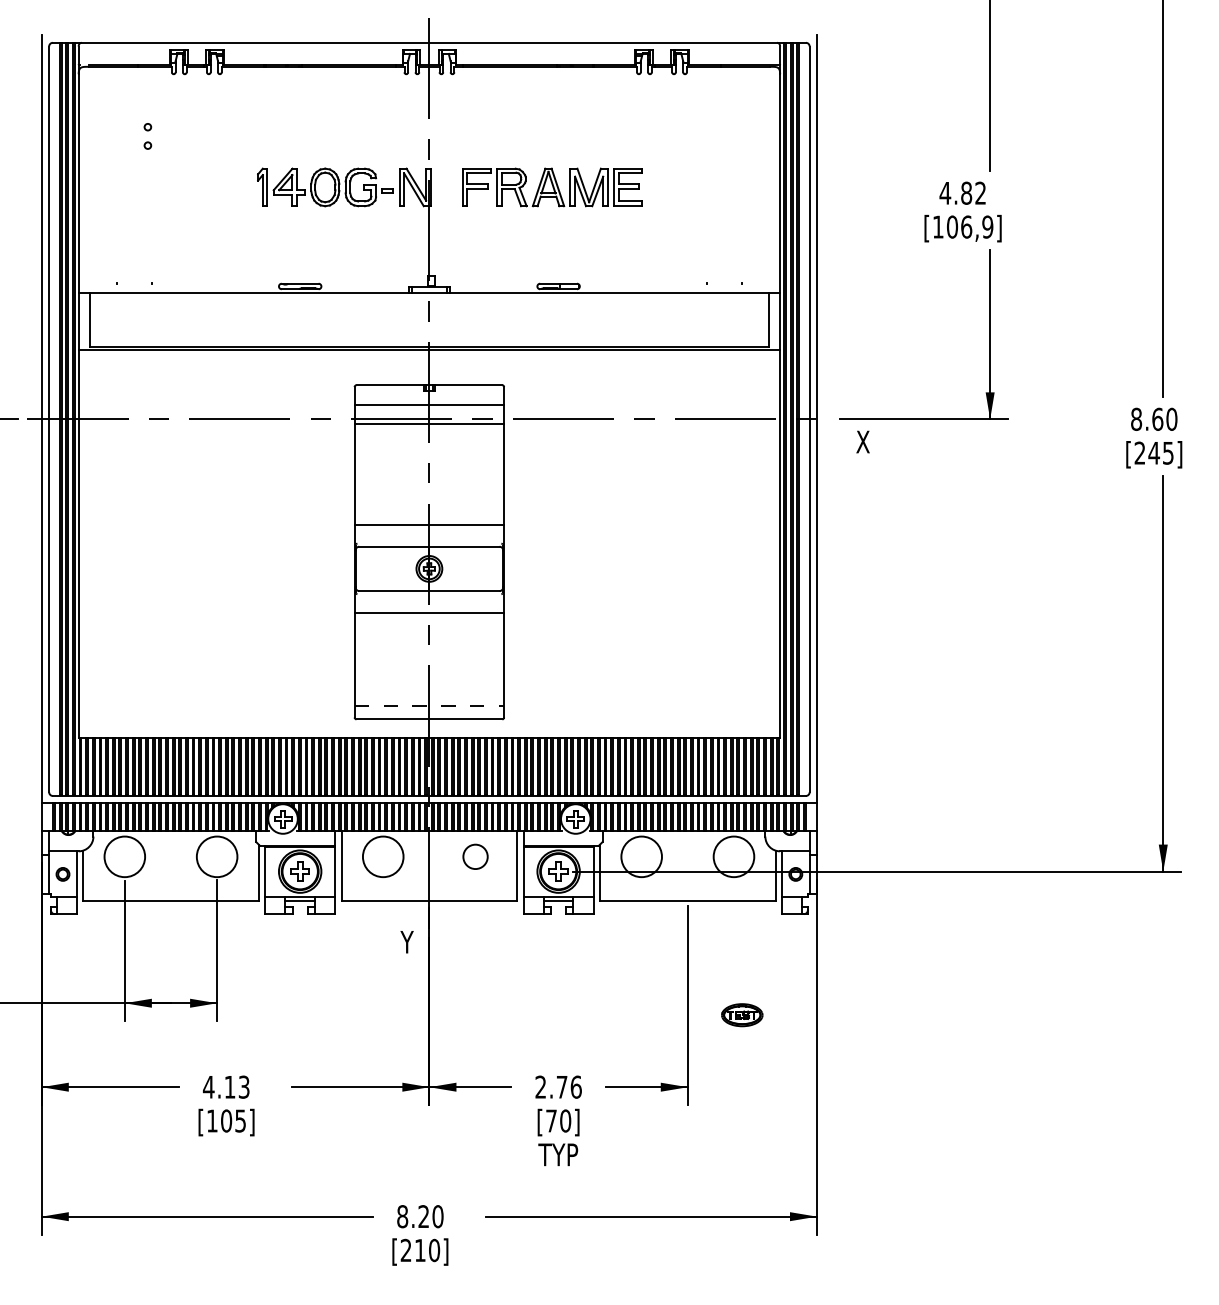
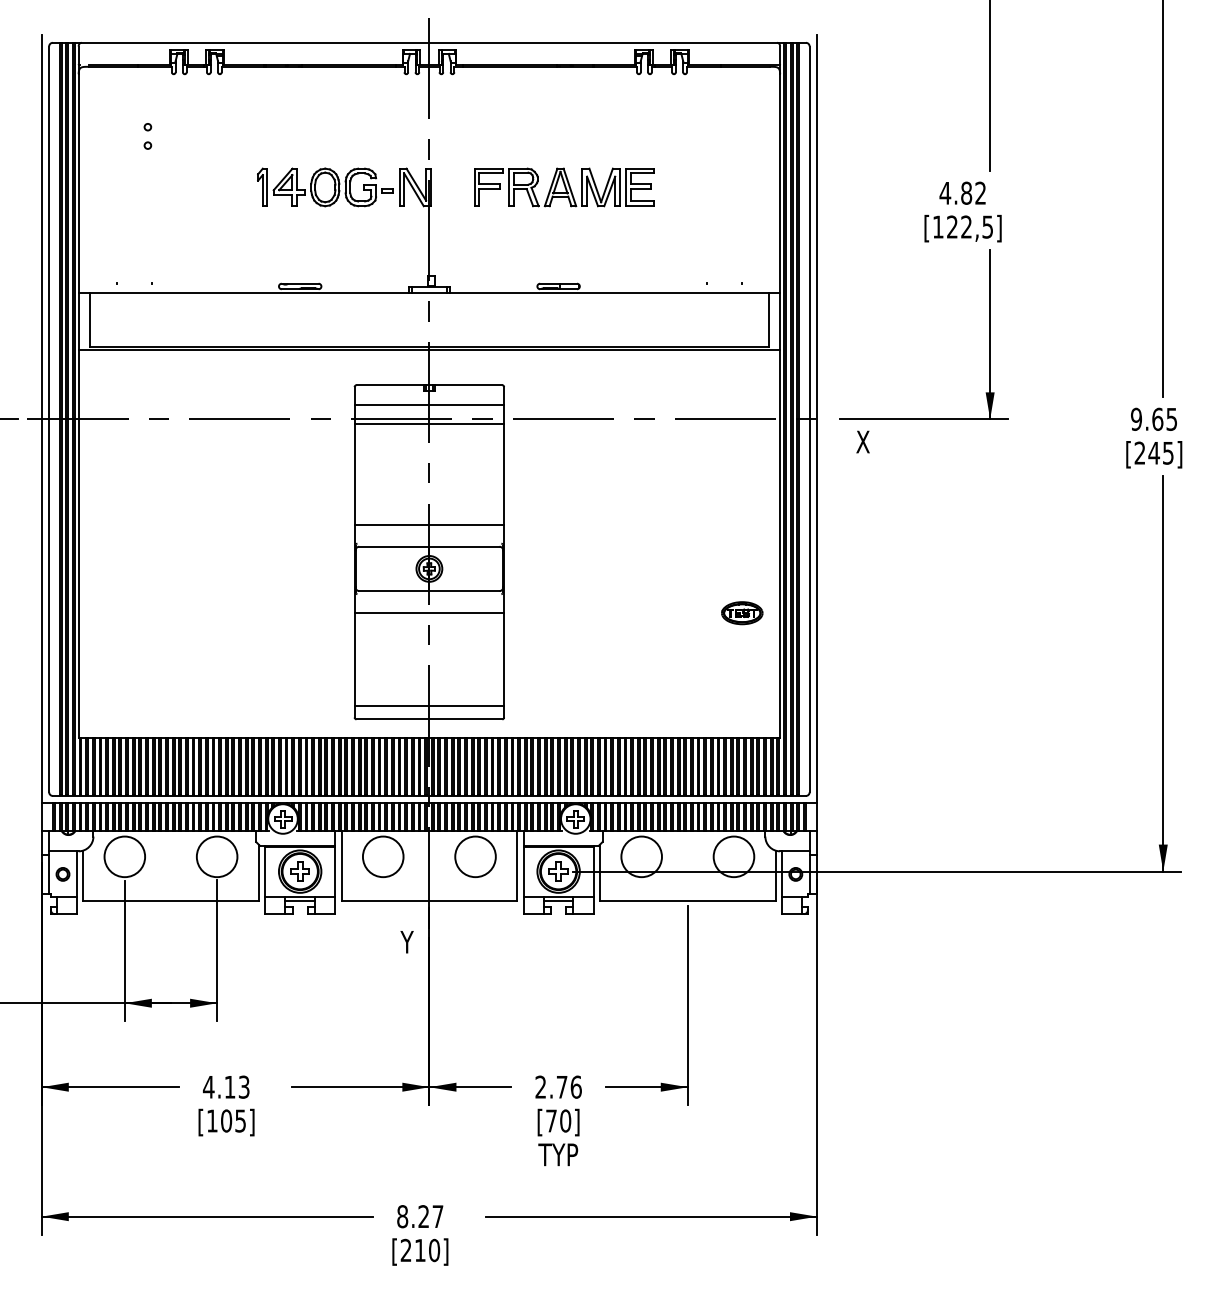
part at (552, 187) position: (552, 187) -> (564, 187)
text at (970, 226): [106,9] -> [122,5]
text at (1154, 418): 8.60 -> 9.65
line at (429, 705): dashed -> solid
circle at (475, 856) diameter: 24 px -> 41 px
part at (742, 1015) position: (742, 1015) -> (742, 613)
text at (437, 1216): 8.20 -> 8.27
